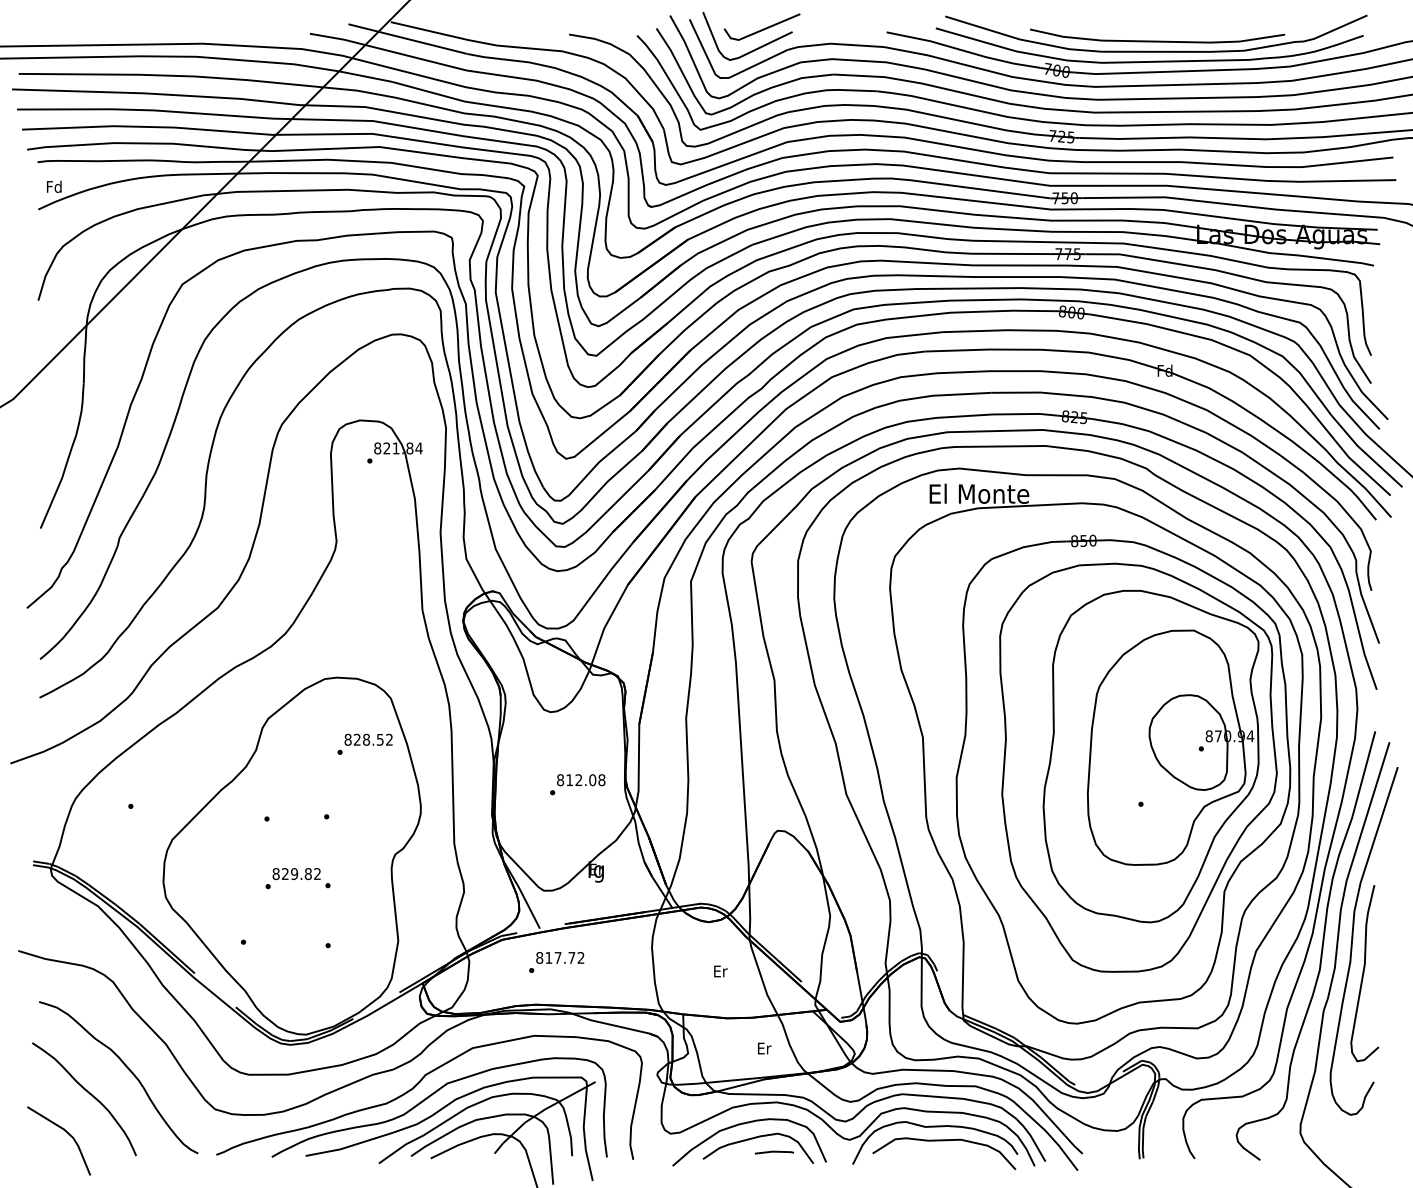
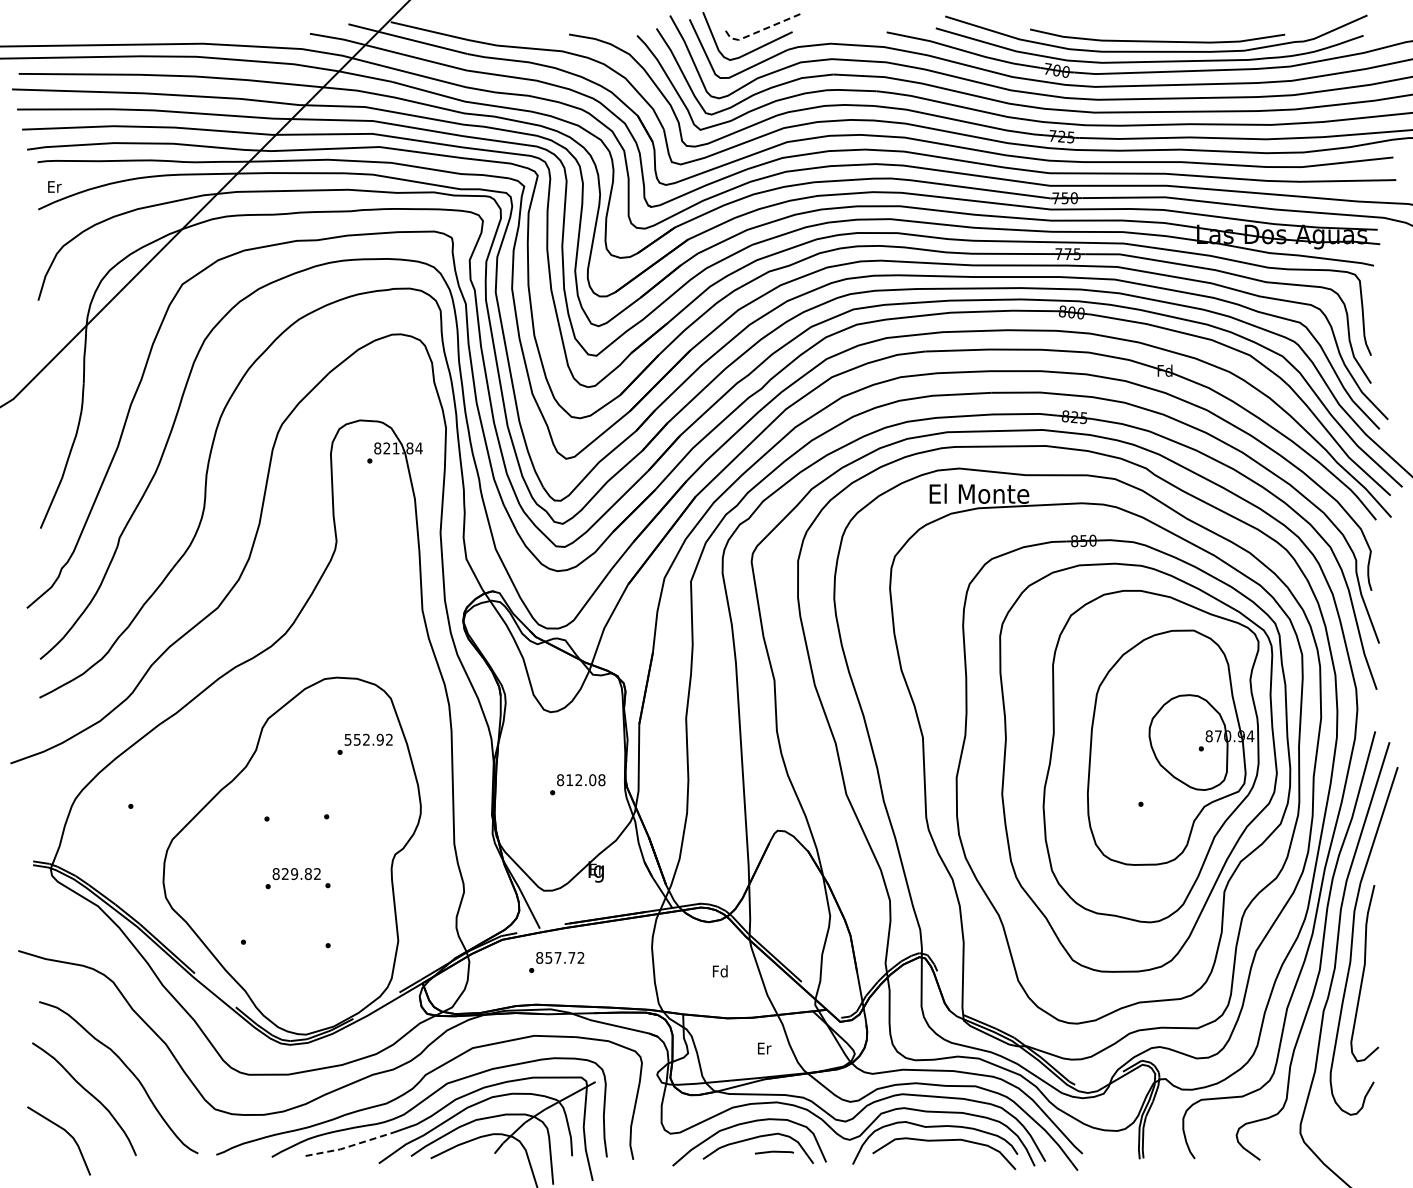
line at (758, 31): solid -> dashed
text at (54, 186): Fd -> Er
text at (363, 739): 828.52 -> 552.92
text at (548, 957): 817.72 -> 857.72
text at (720, 971): Er -> Fd
line at (349, 1146): solid -> dashed
